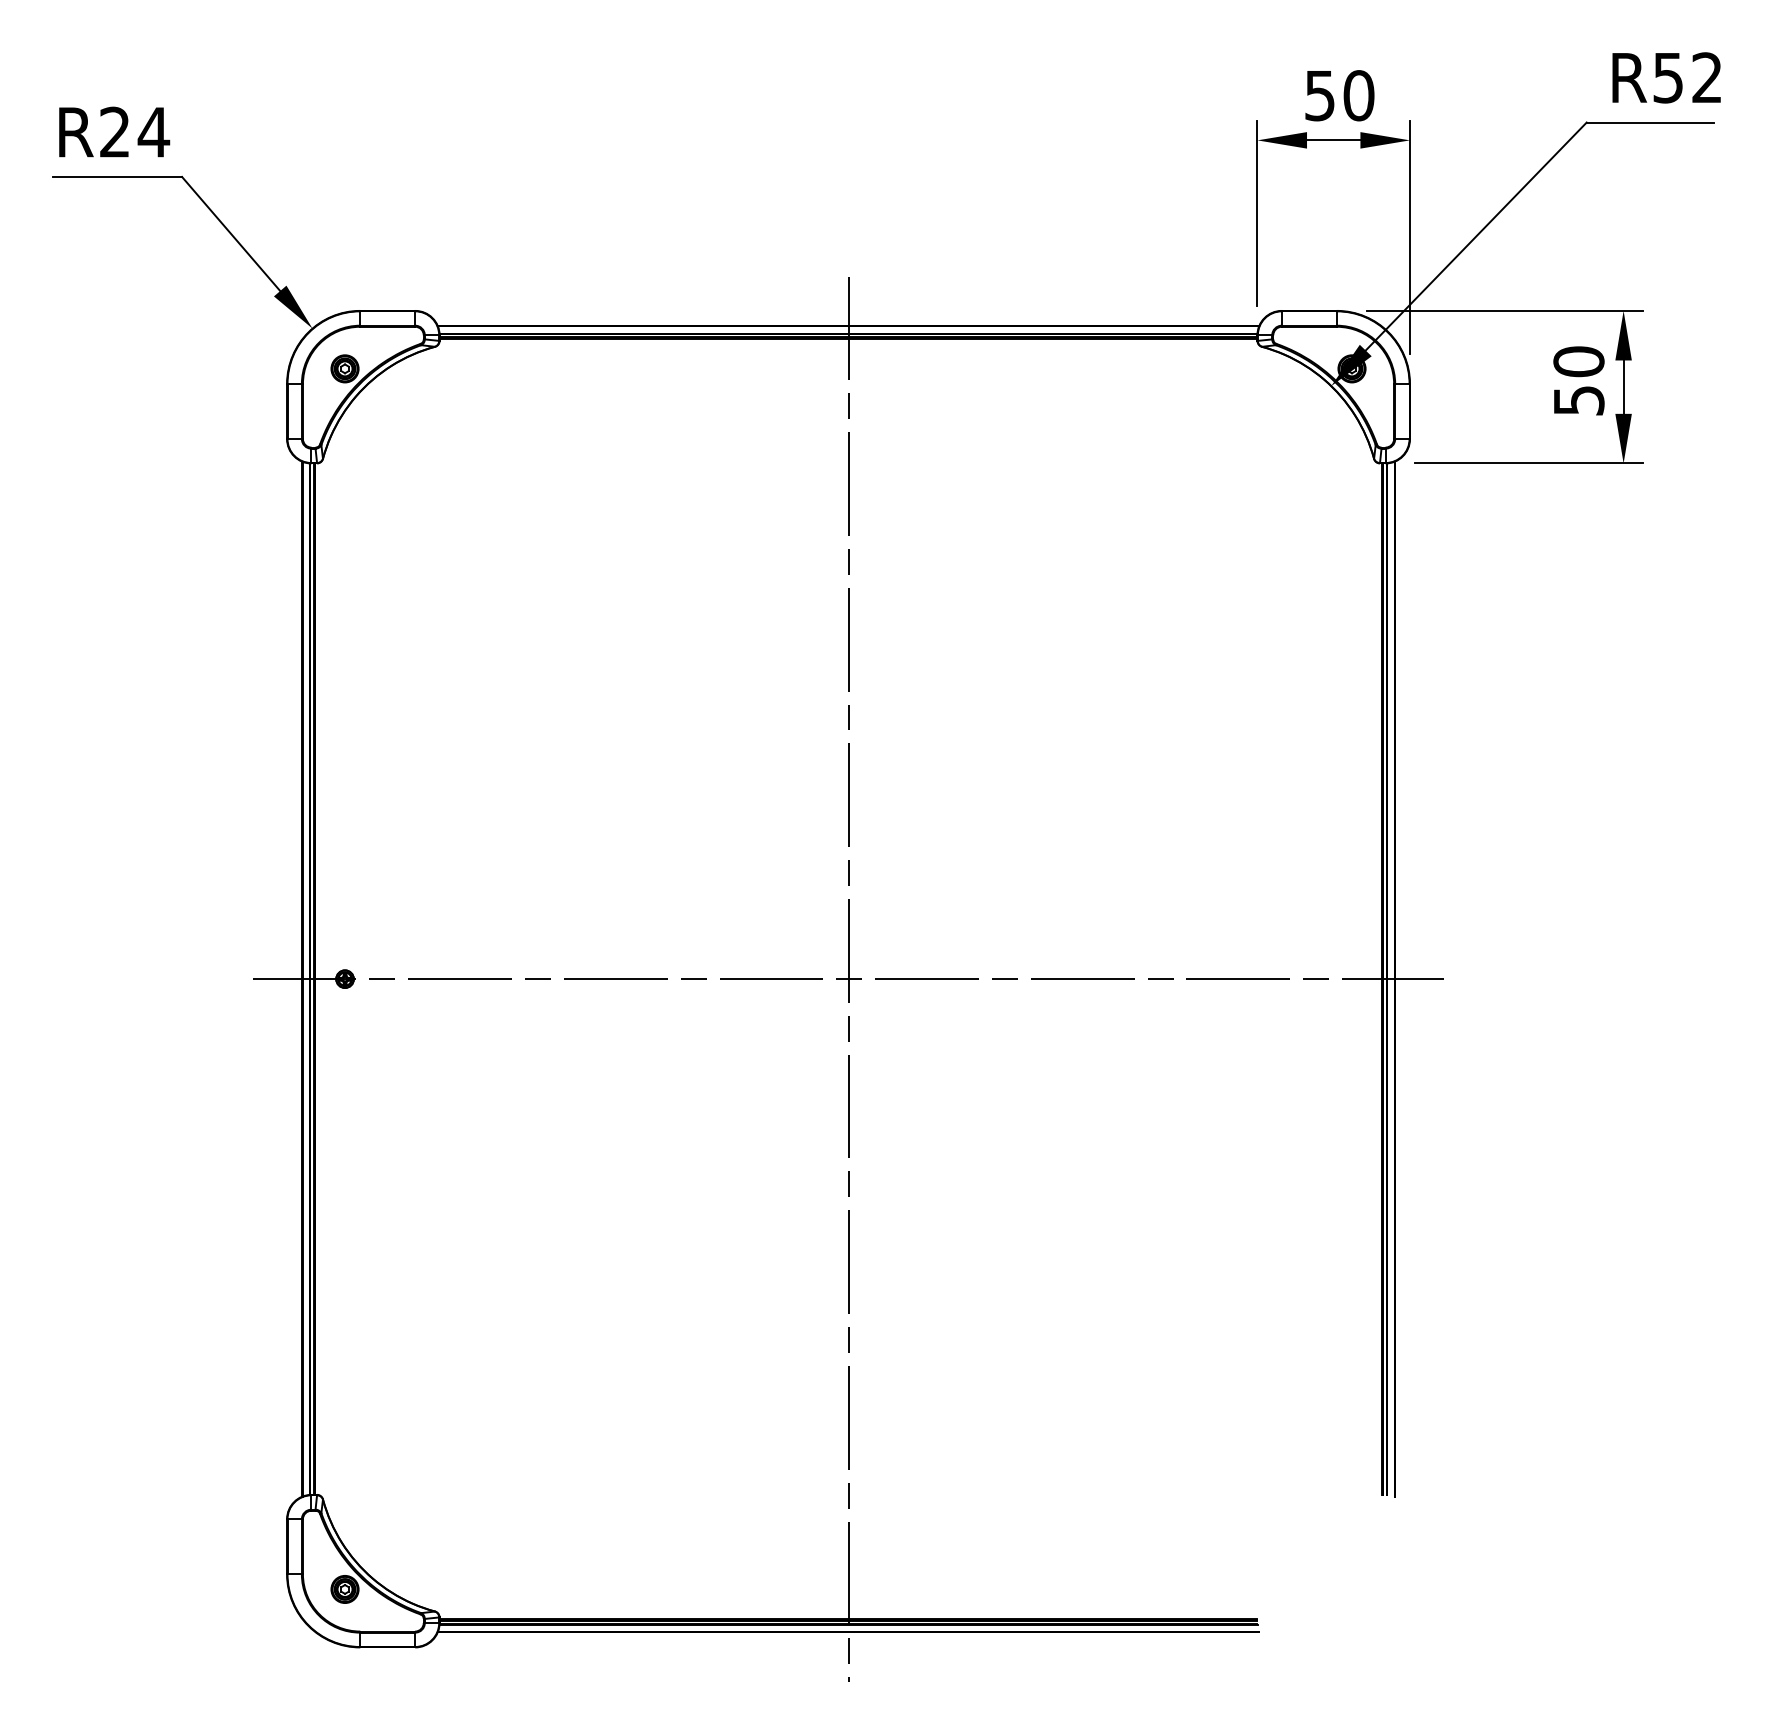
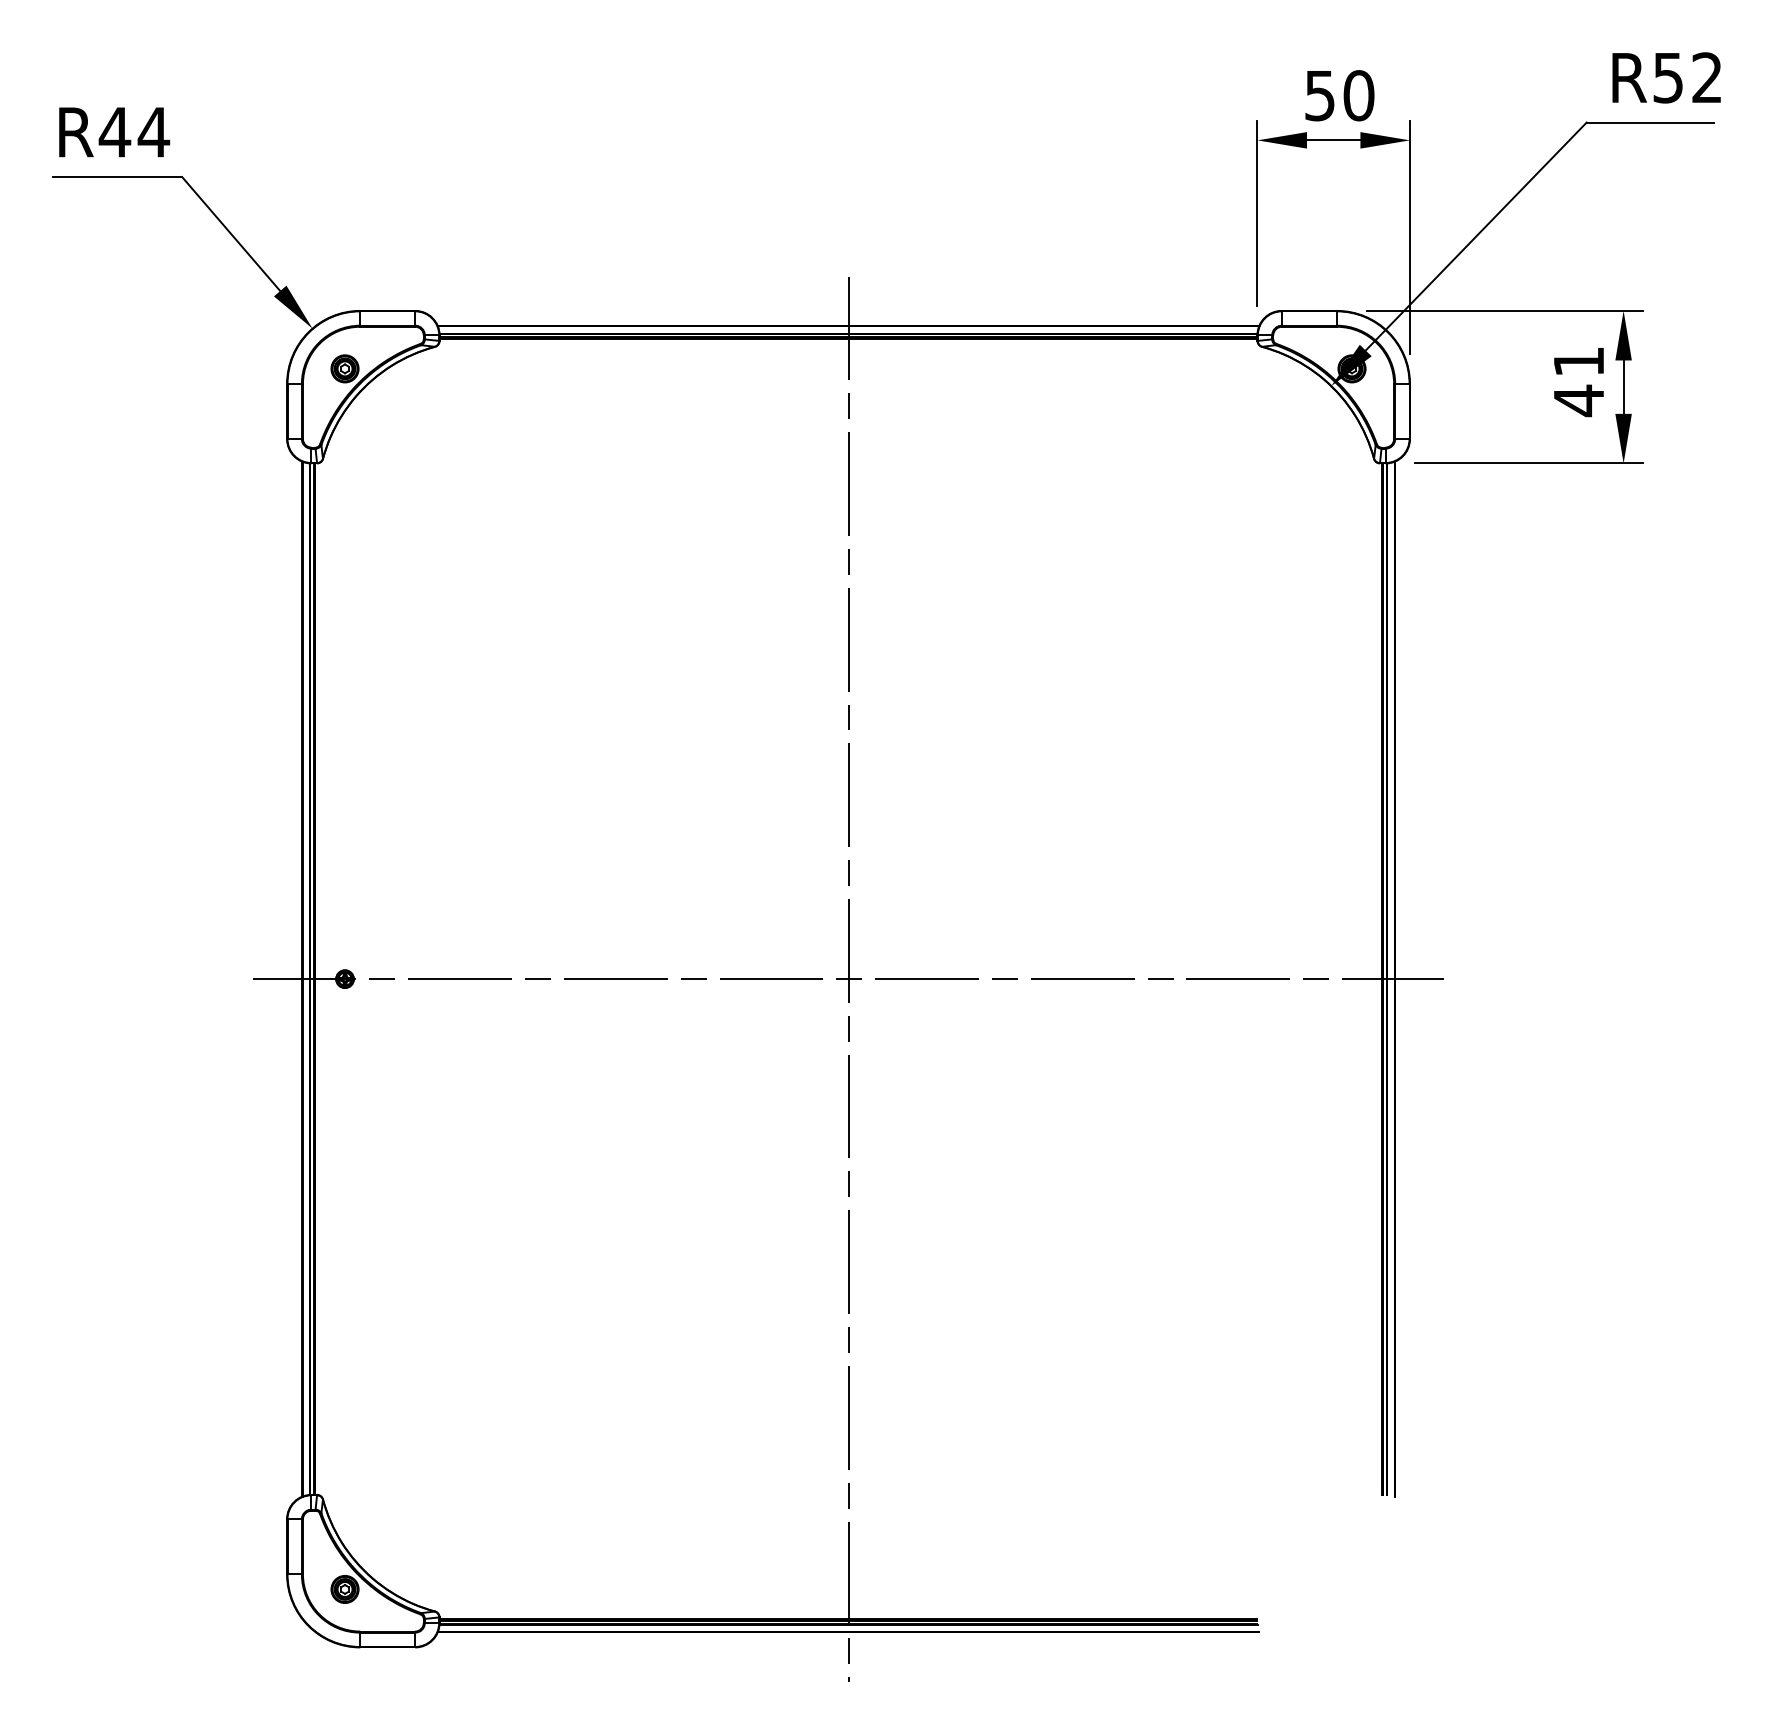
text at (114, 131): R24 -> R44
text at (1578, 381): 50 -> 41
